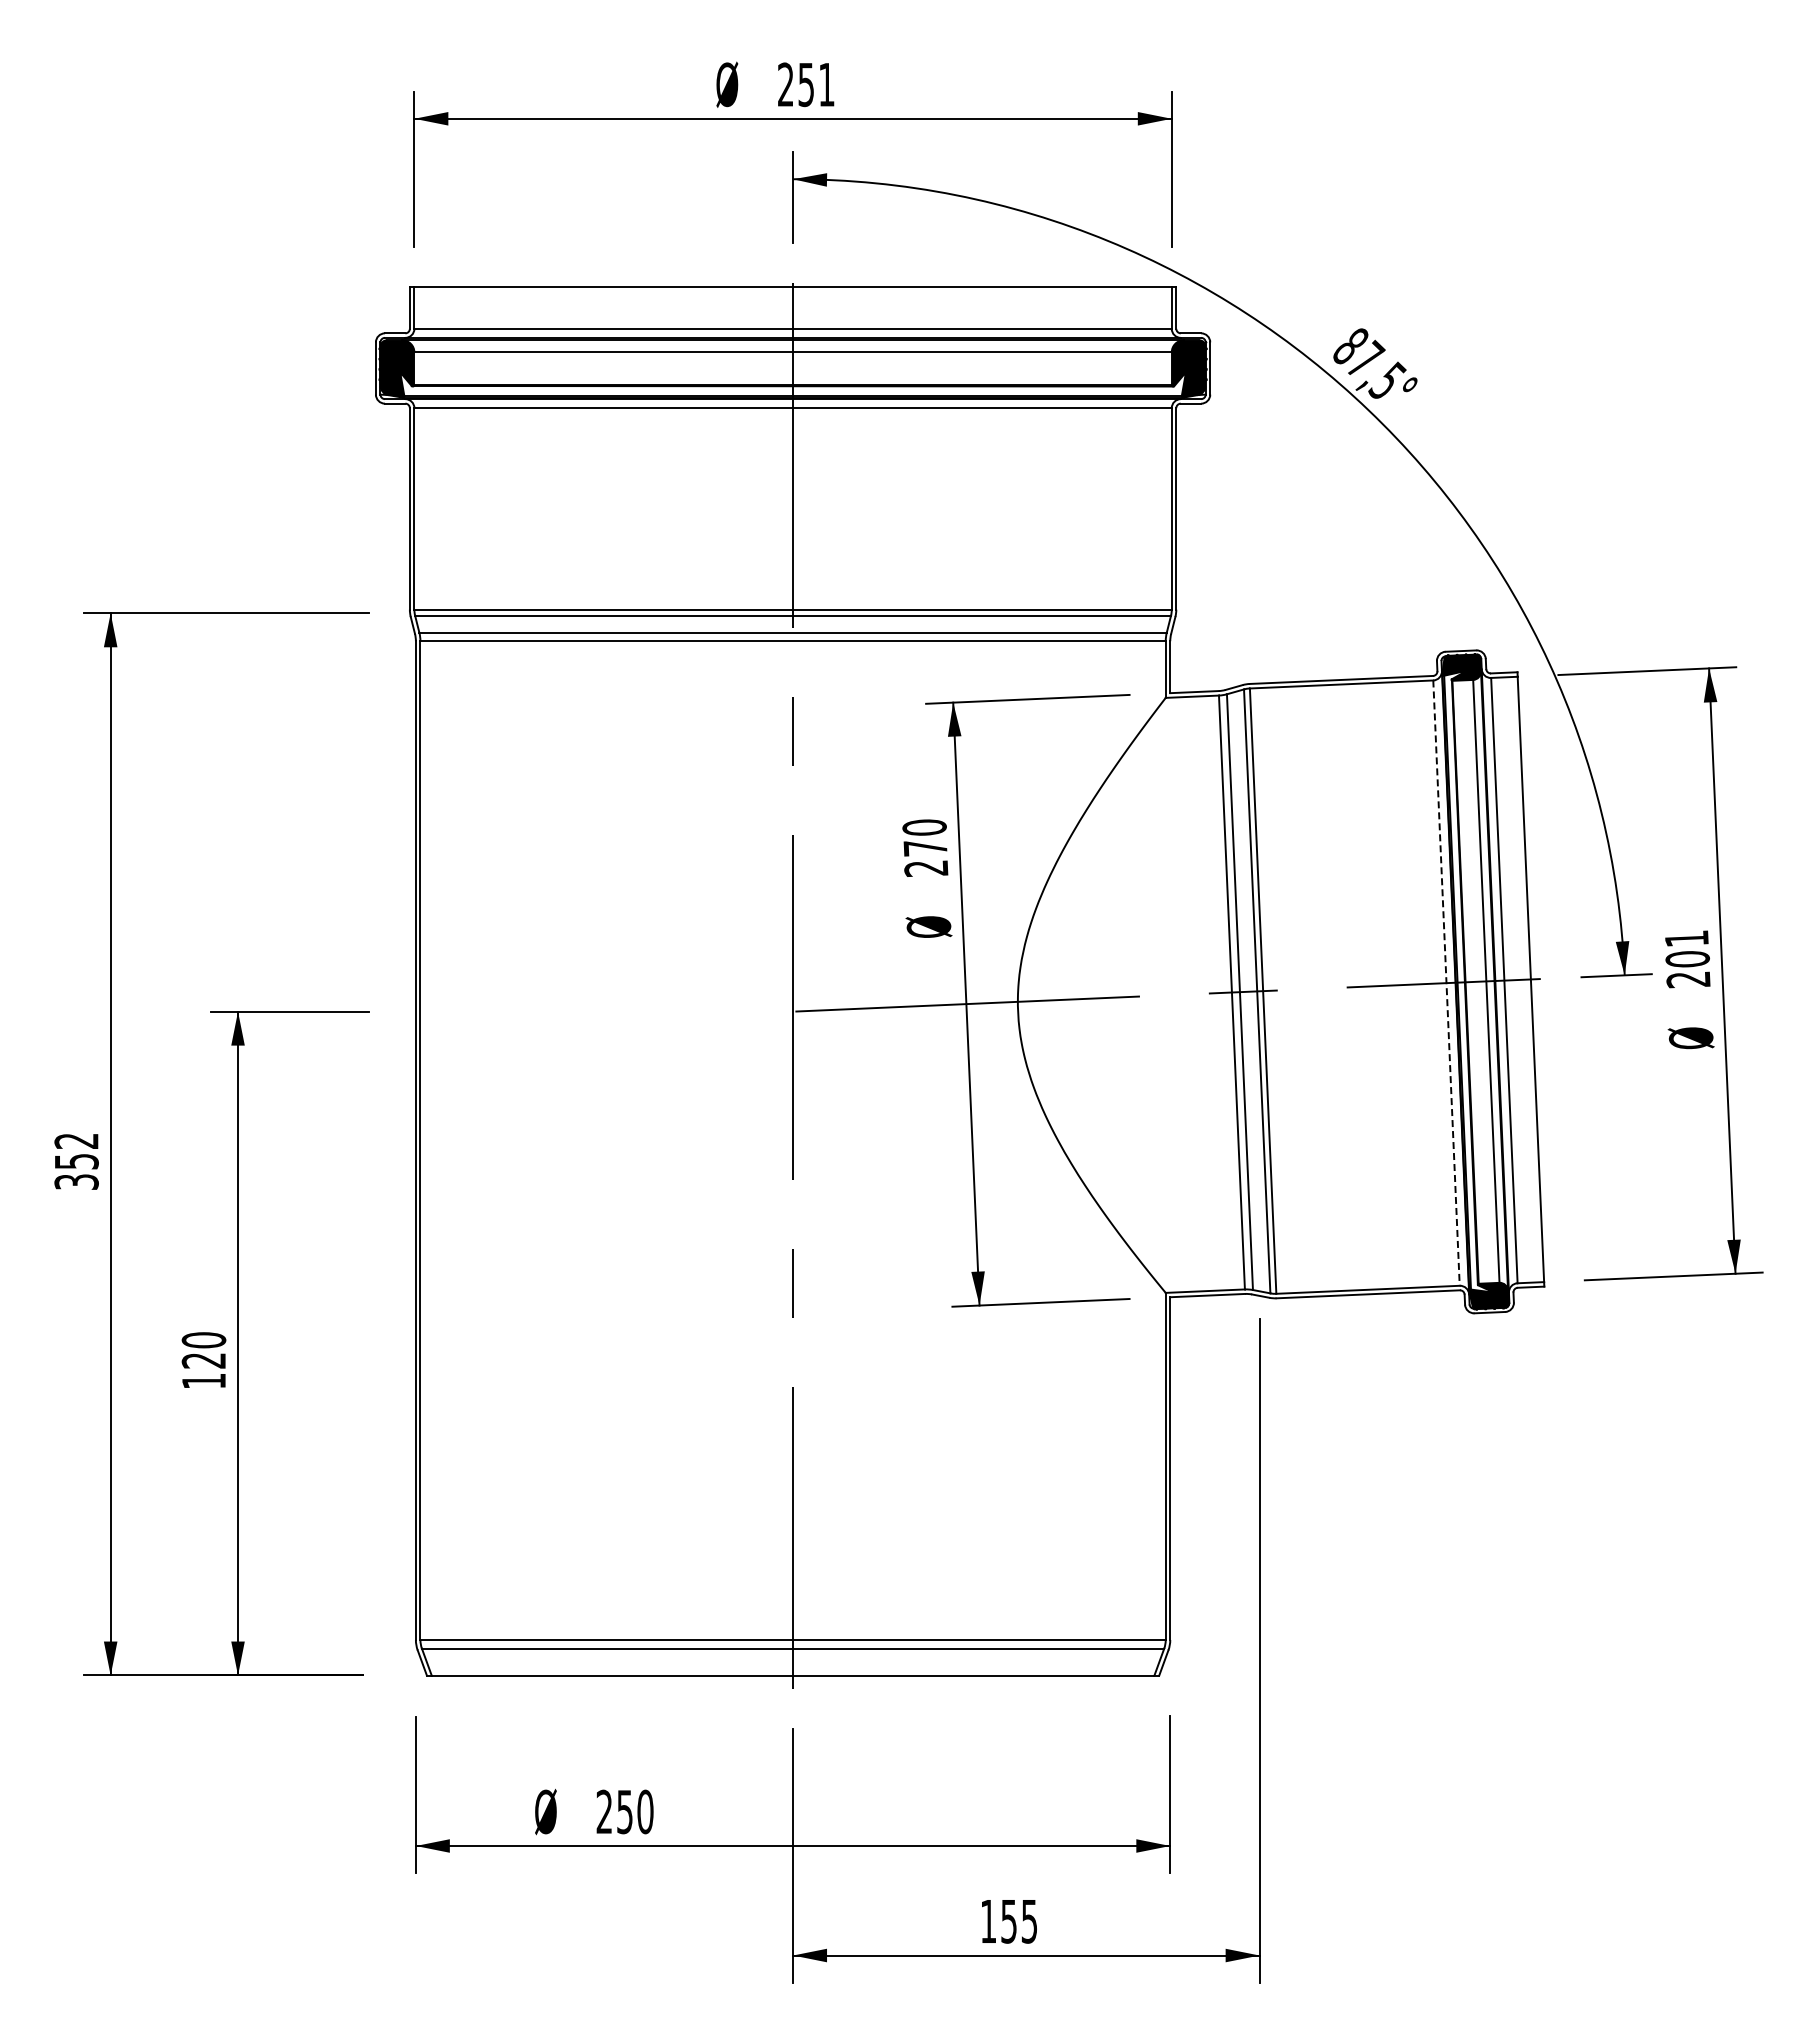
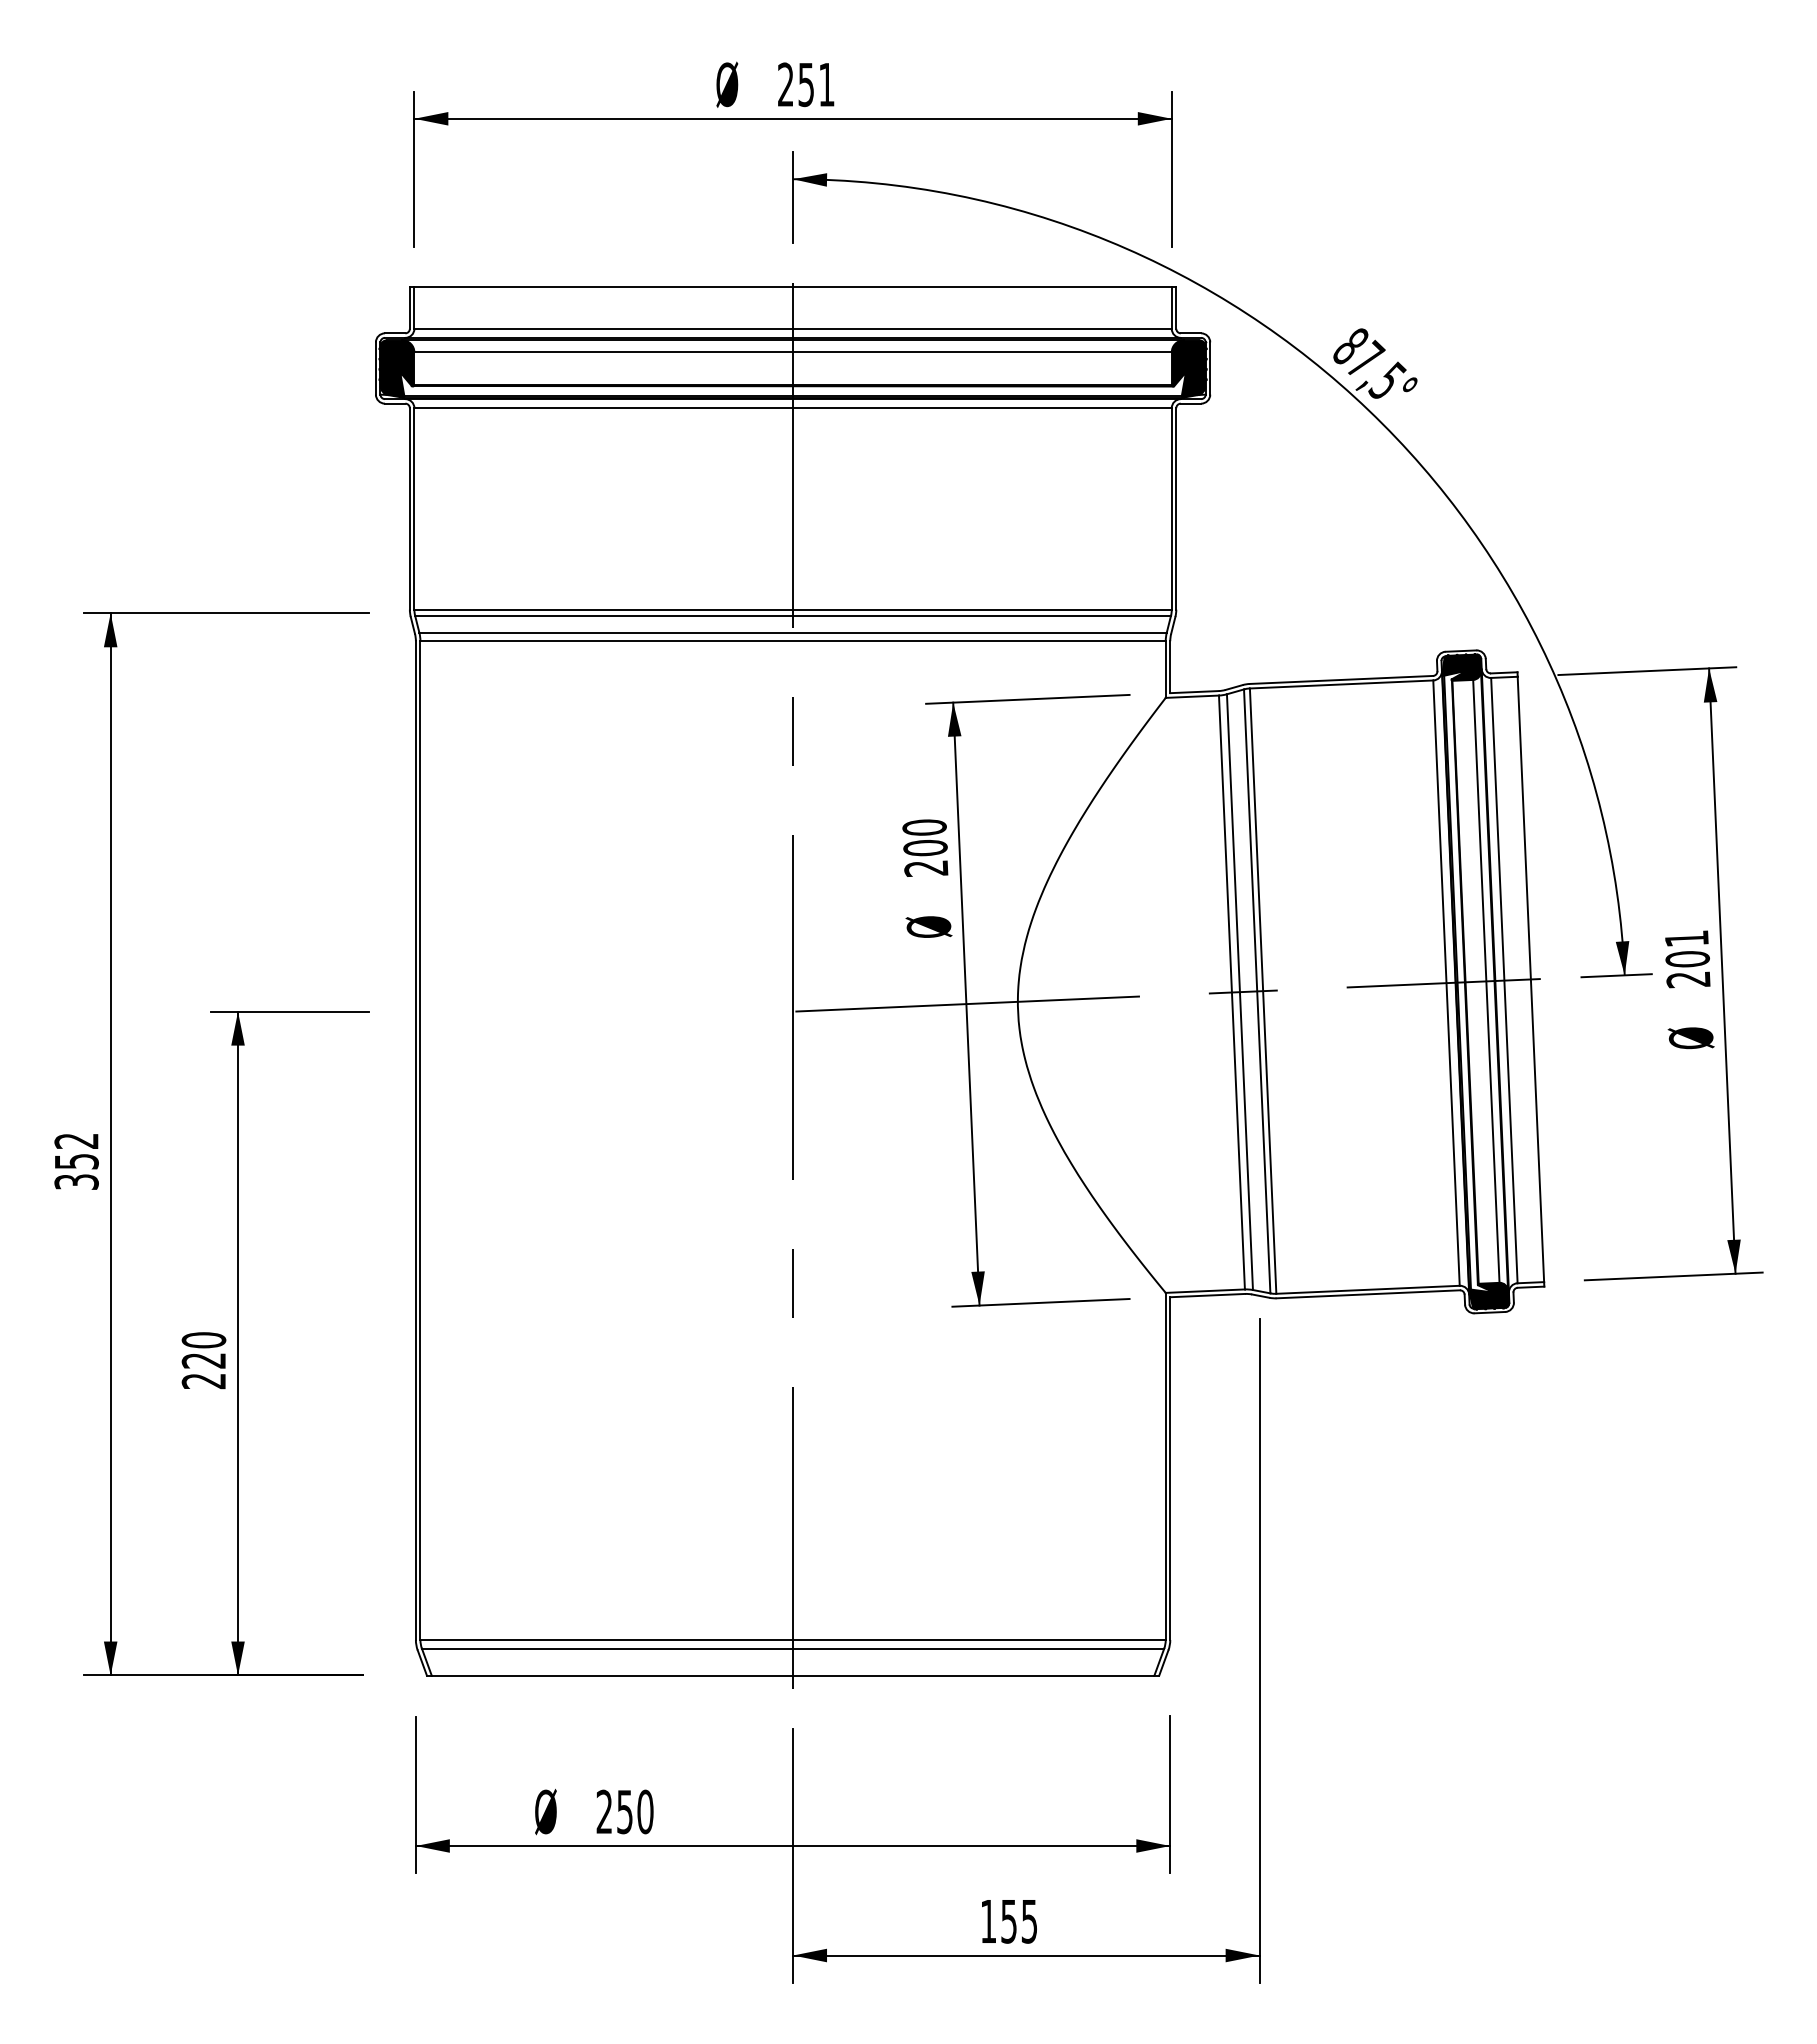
text at (925, 847): 270 -> 200
line at (1446, 983): dashed -> solid
text at (203, 1381): 120 -> 220
